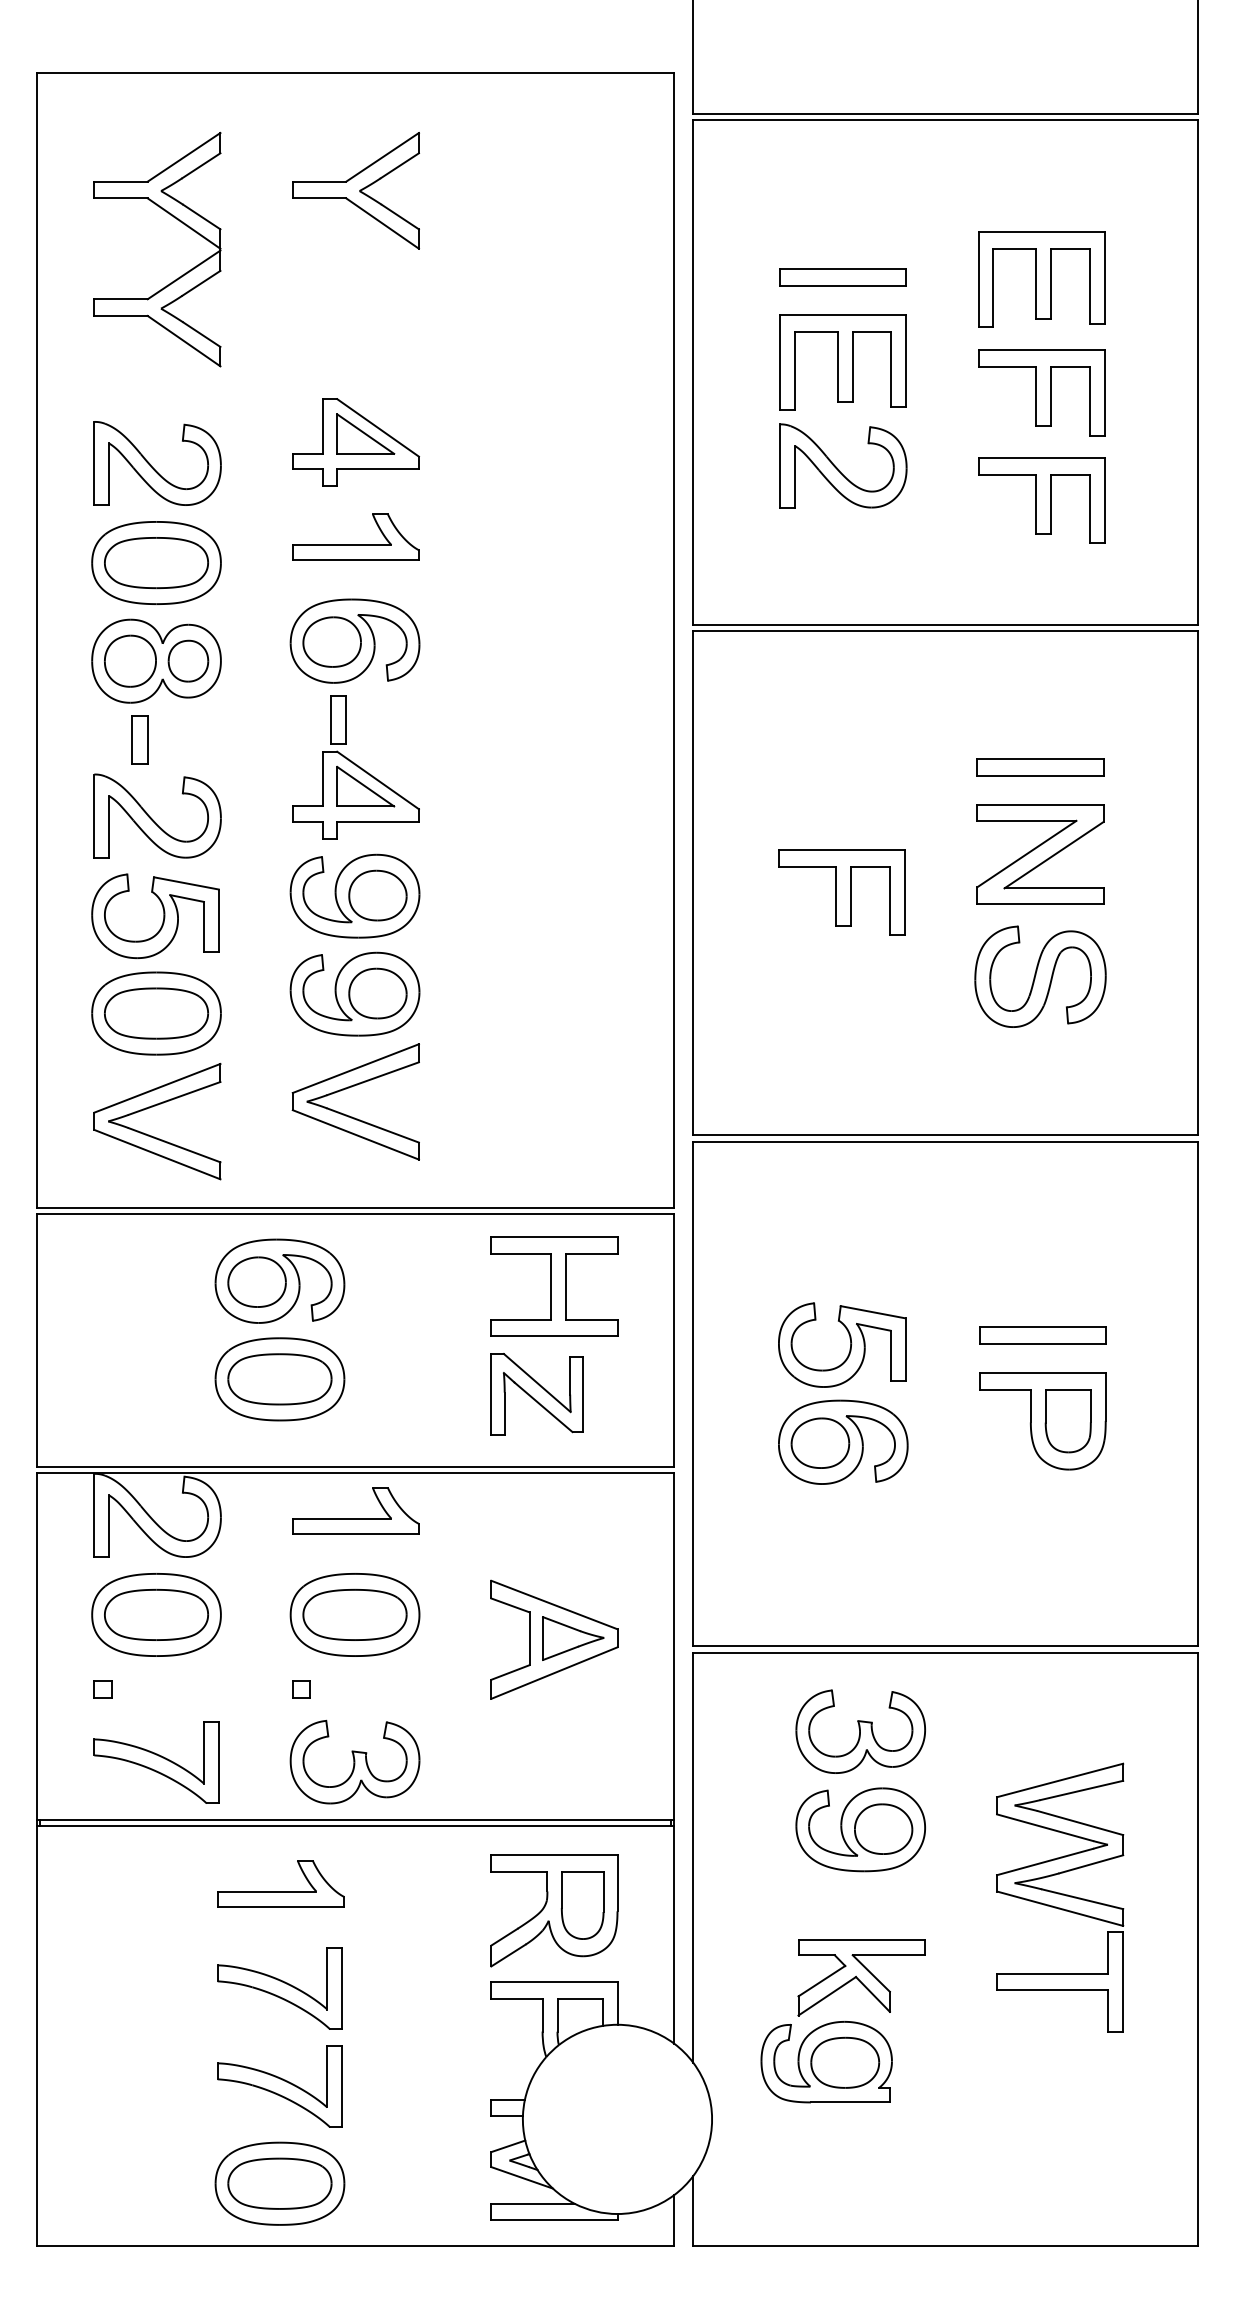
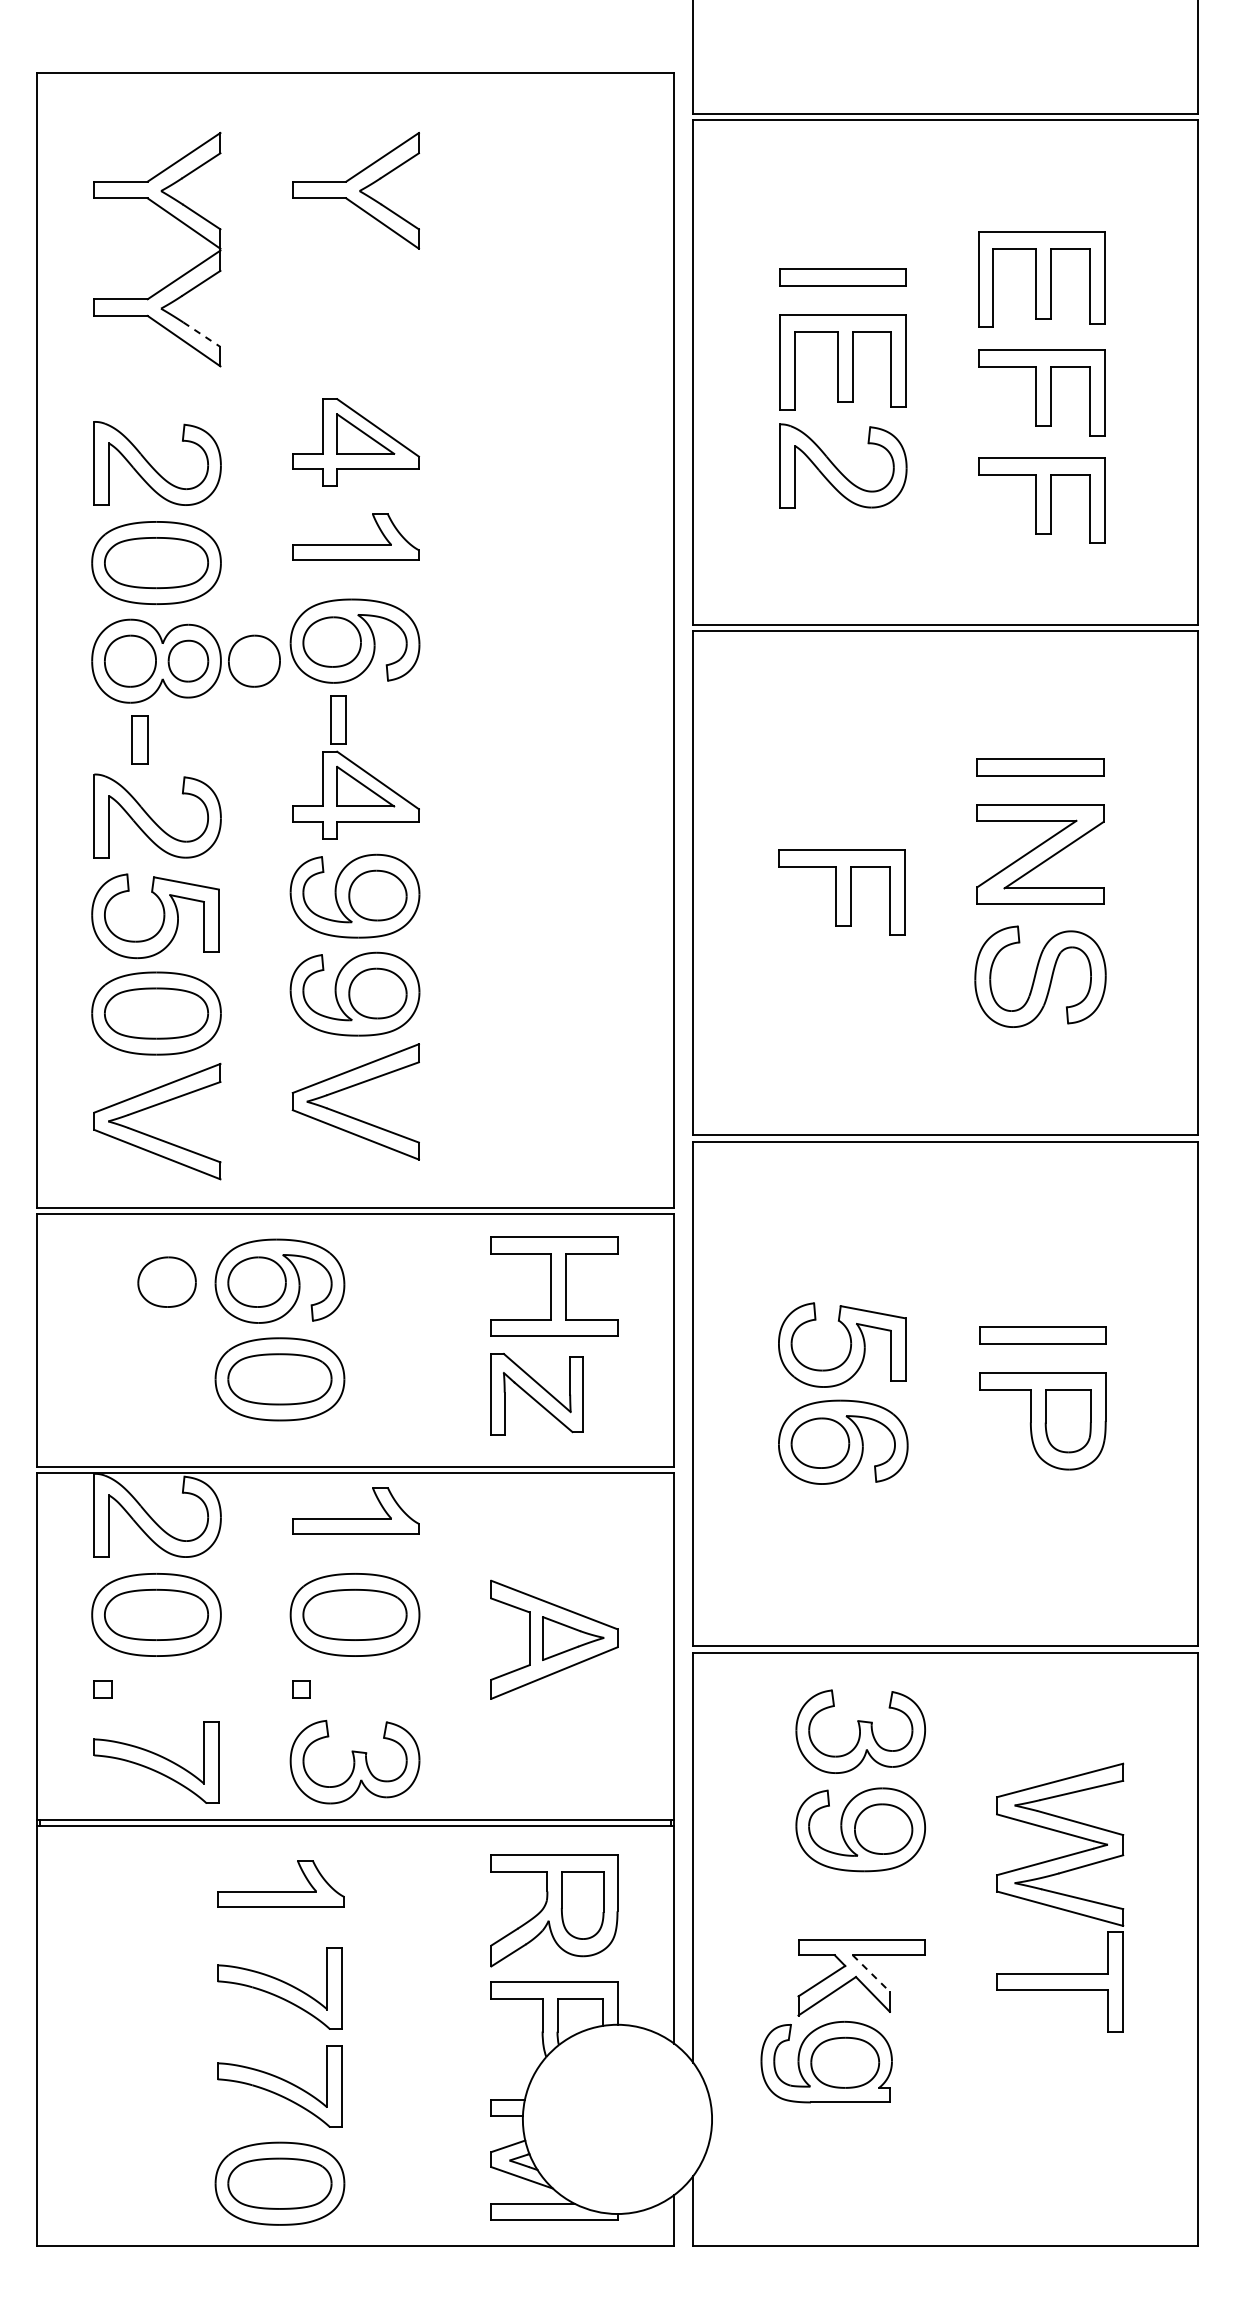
line at (202, 334): solid -> dashed
part at (254, 660): none -> present
part at (166, 1281): none -> present
line at (871, 1973): solid -> dashed
